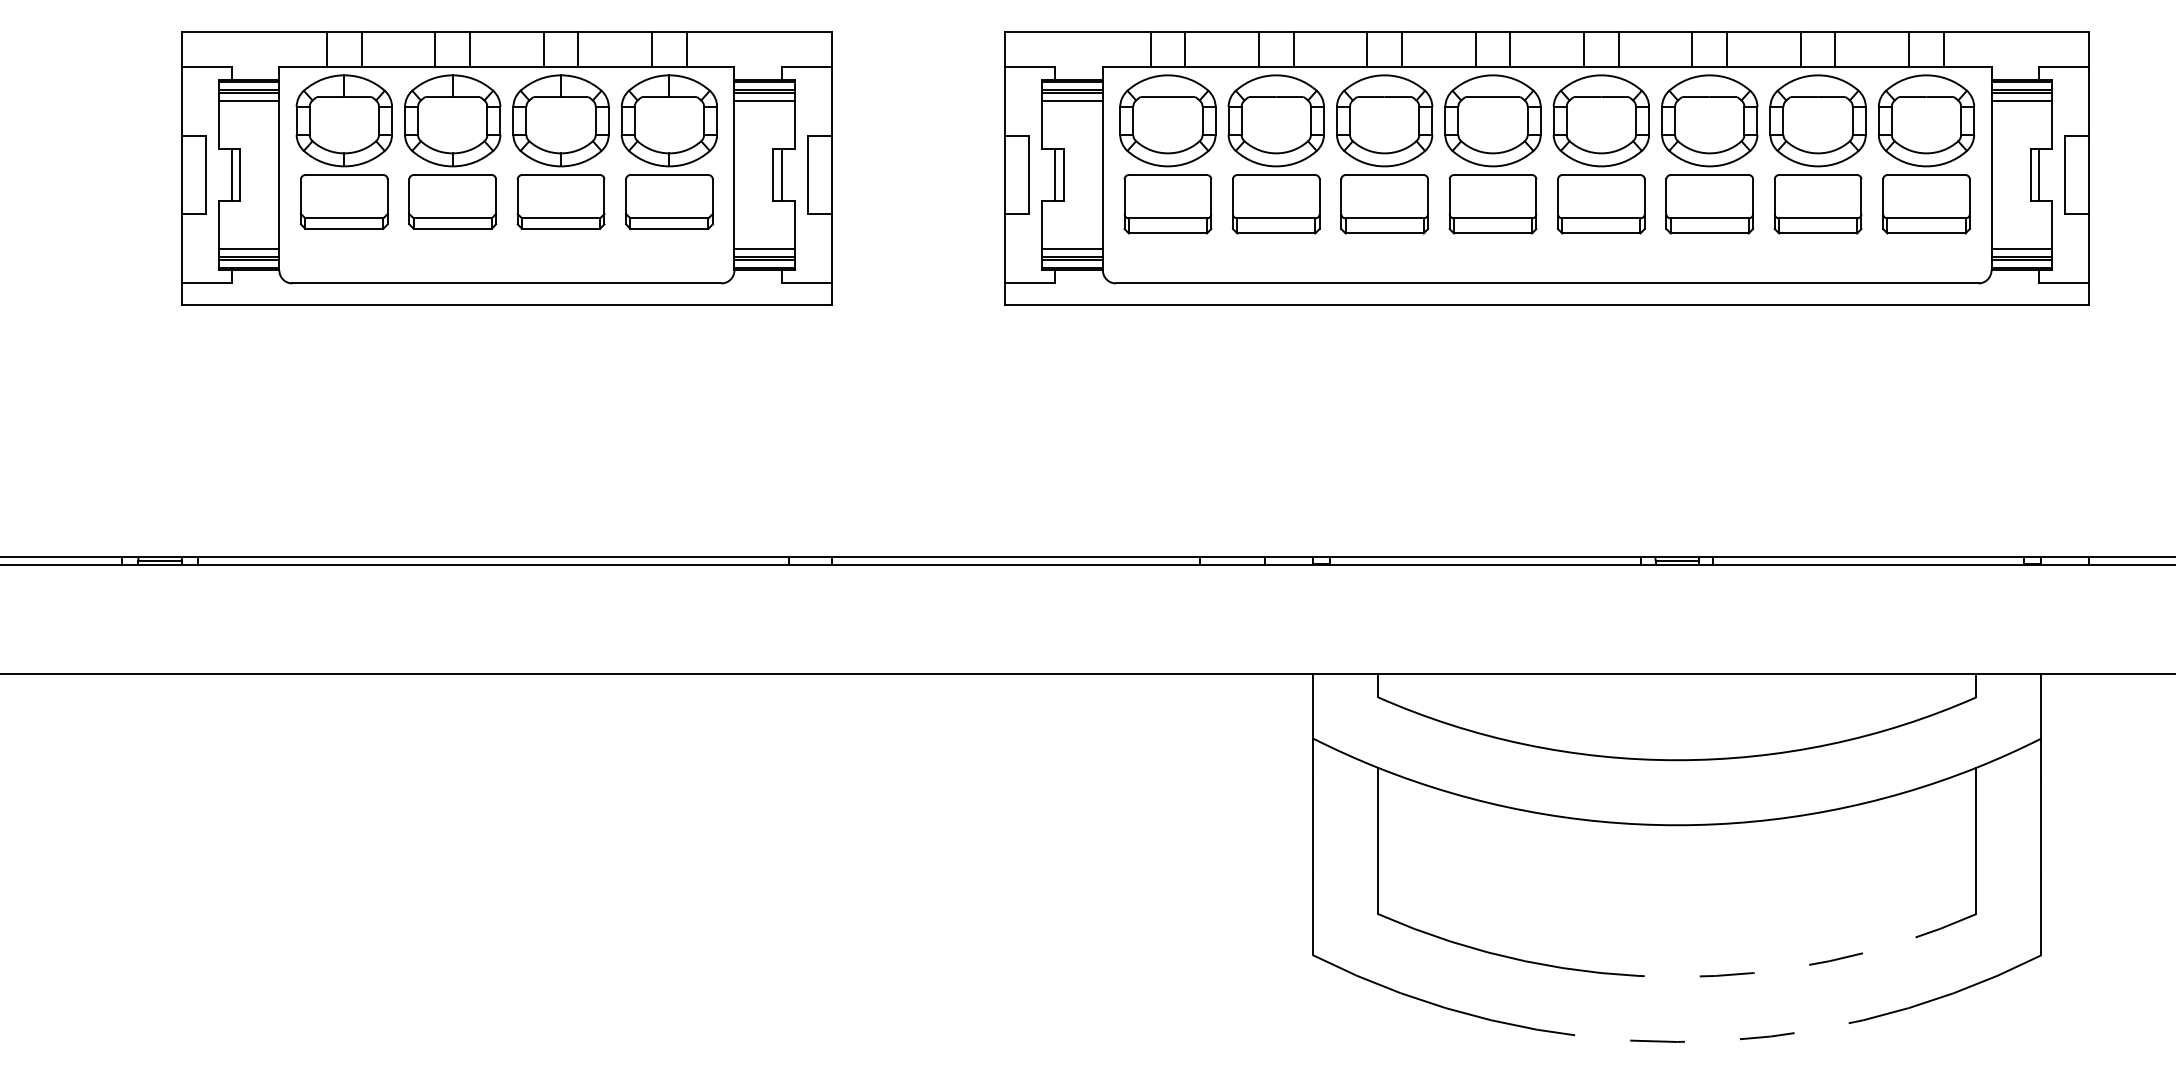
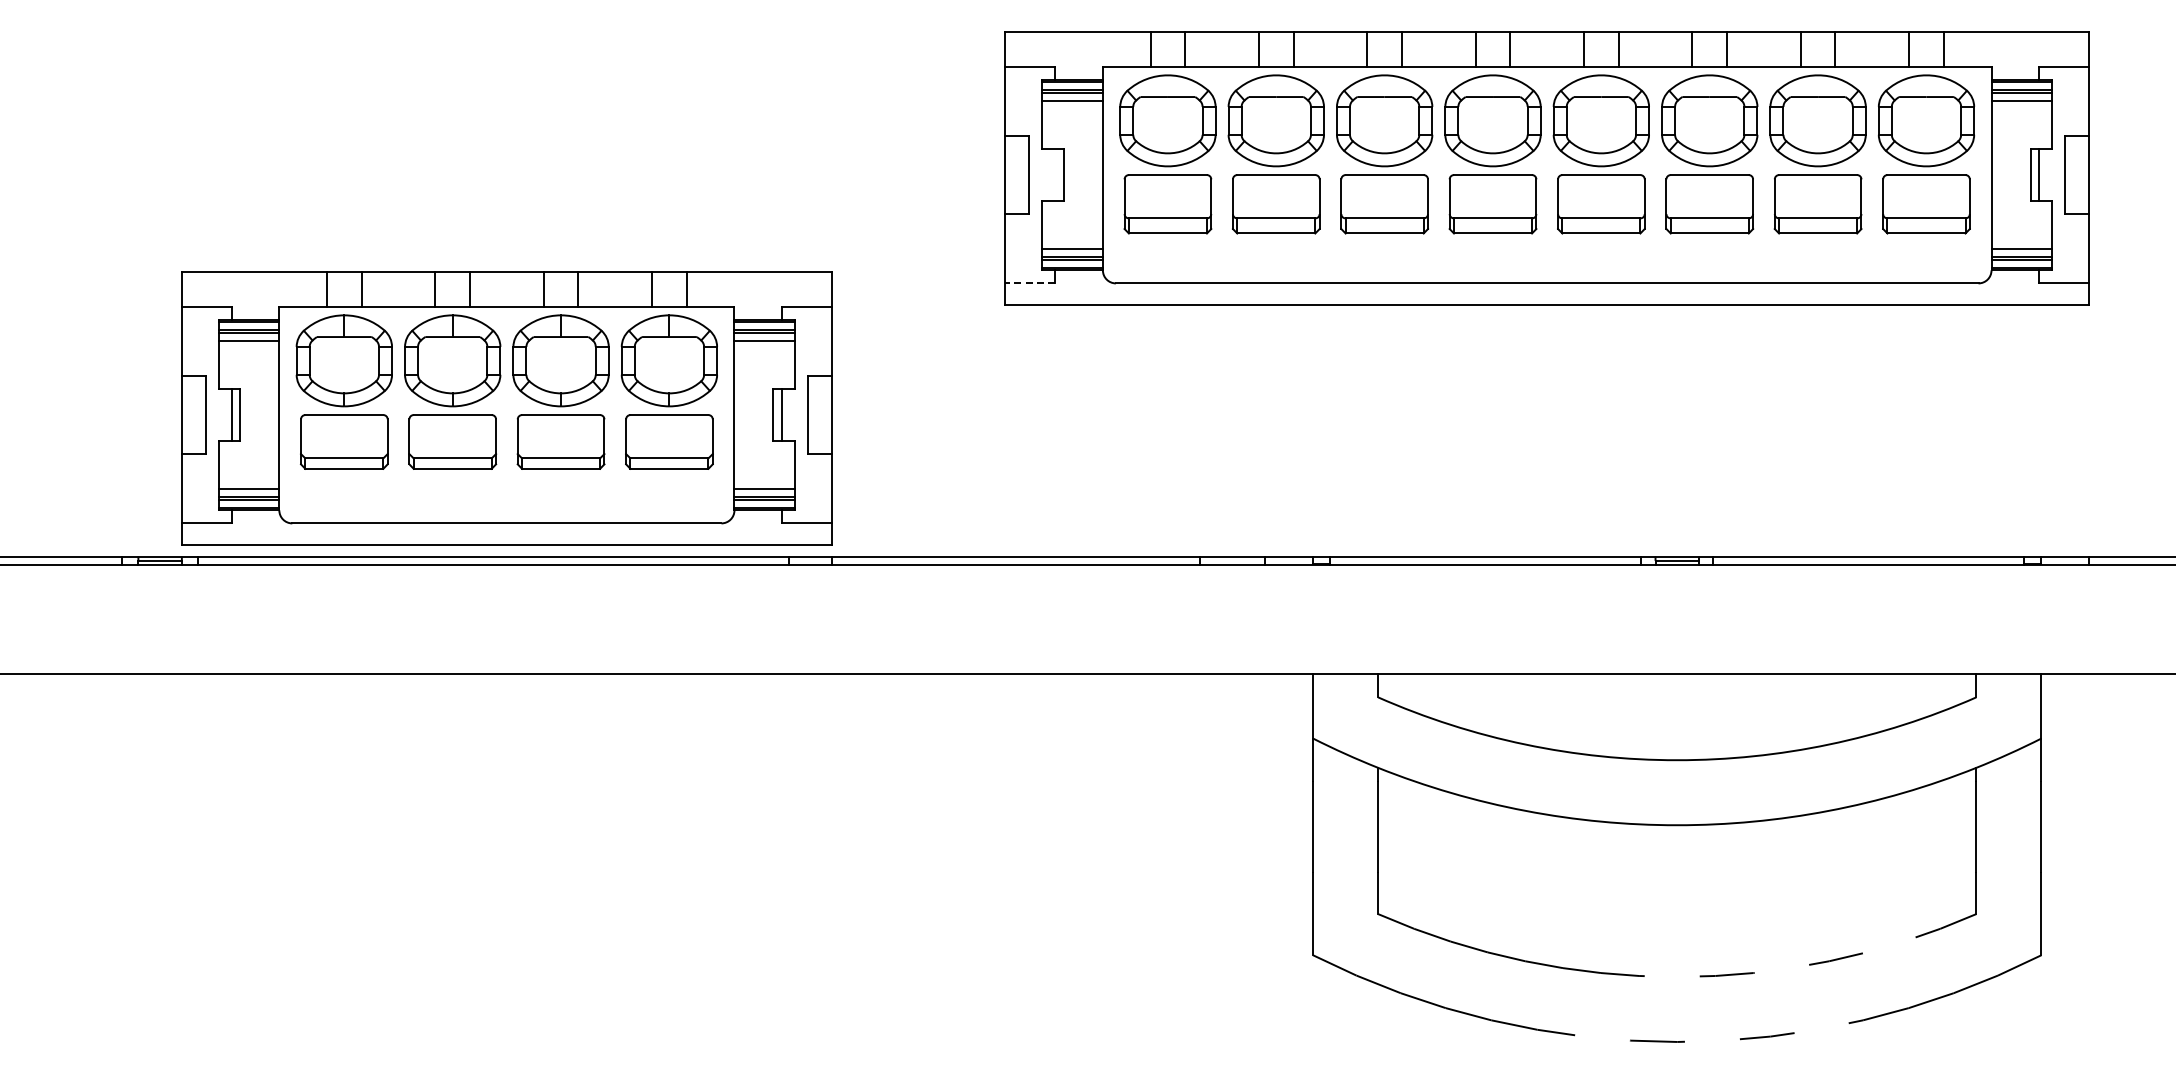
part at (506, 168) position: (506, 168) -> (506, 408)
line at (1055, 175): present -> none
line at (1030, 283): solid -> dashed
